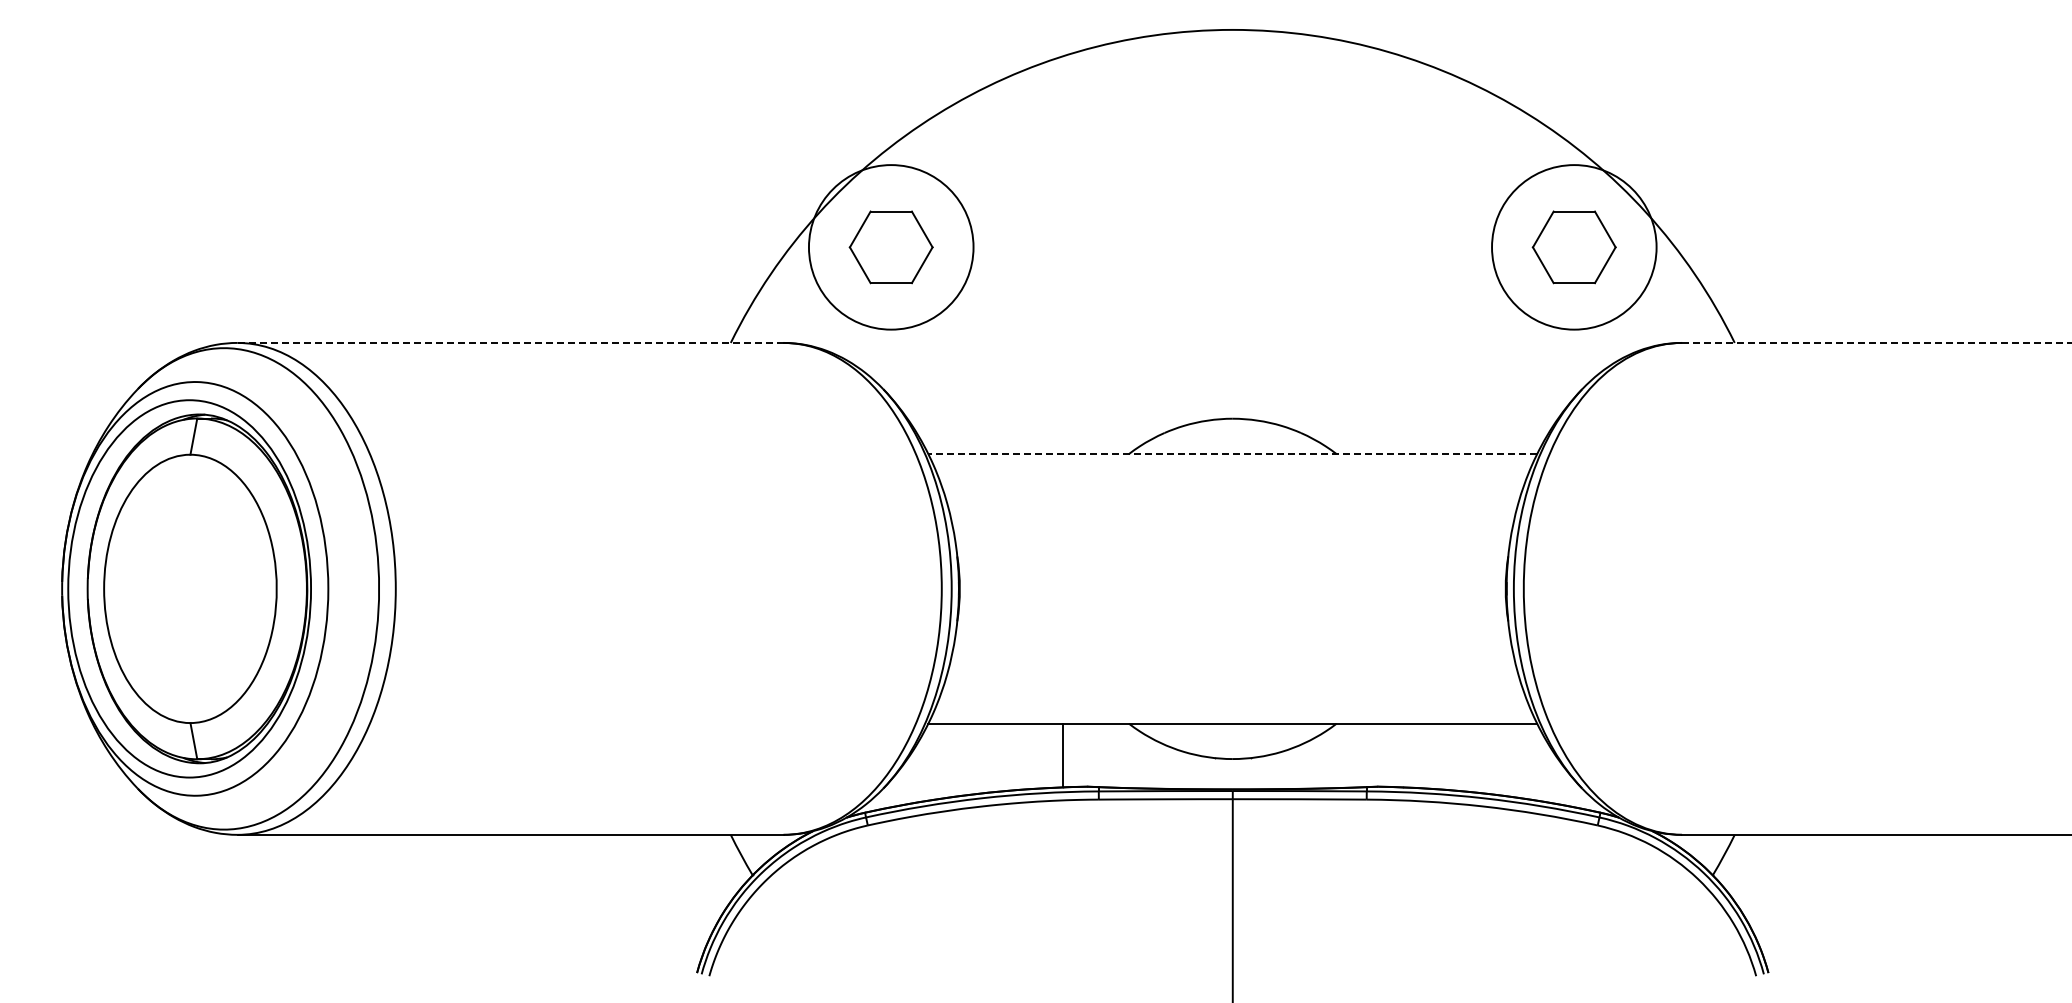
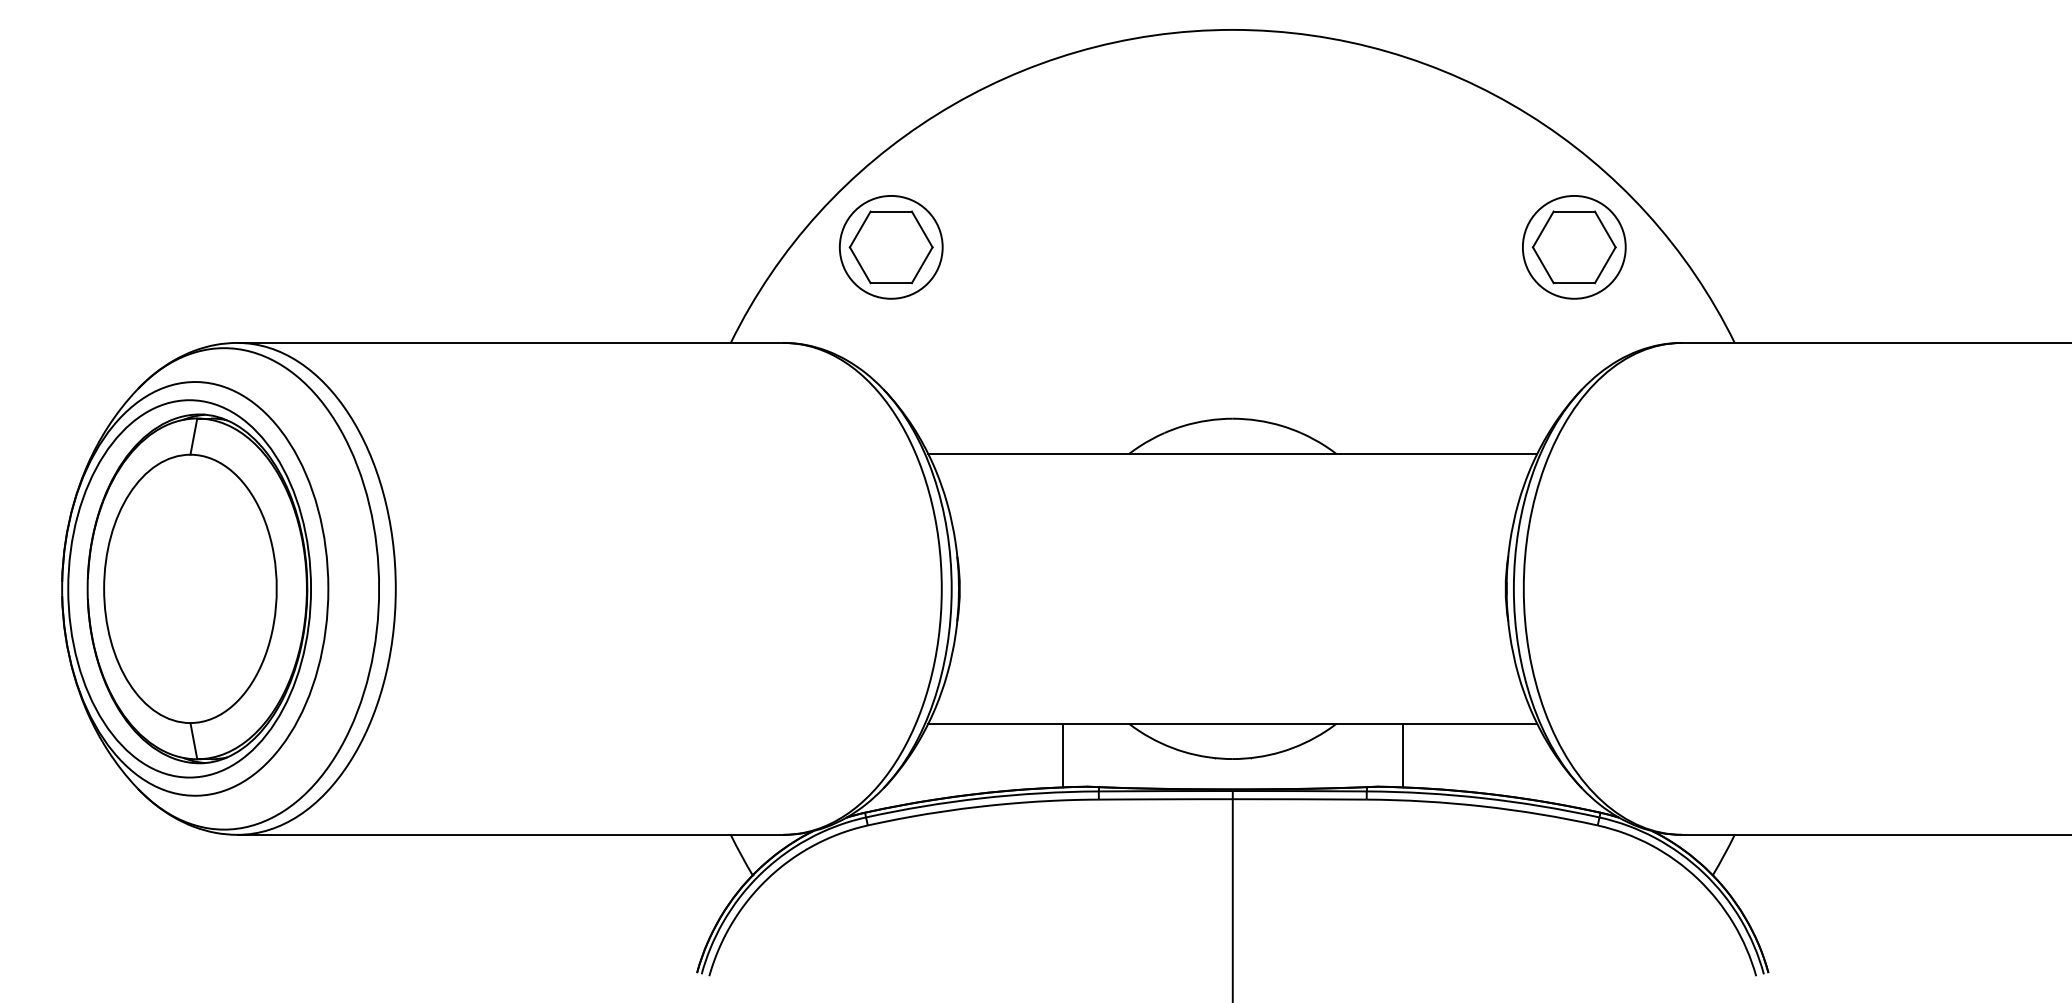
circle at (890, 247) diameter: 165 px -> 103 px
circle at (1574, 247) diameter: 165 px -> 103 px
line at (510, 342): dashed -> solid
line at (1876, 342): dashed -> solid
line at (1232, 454): dashed -> solid
line at (1402, 755): none -> present
